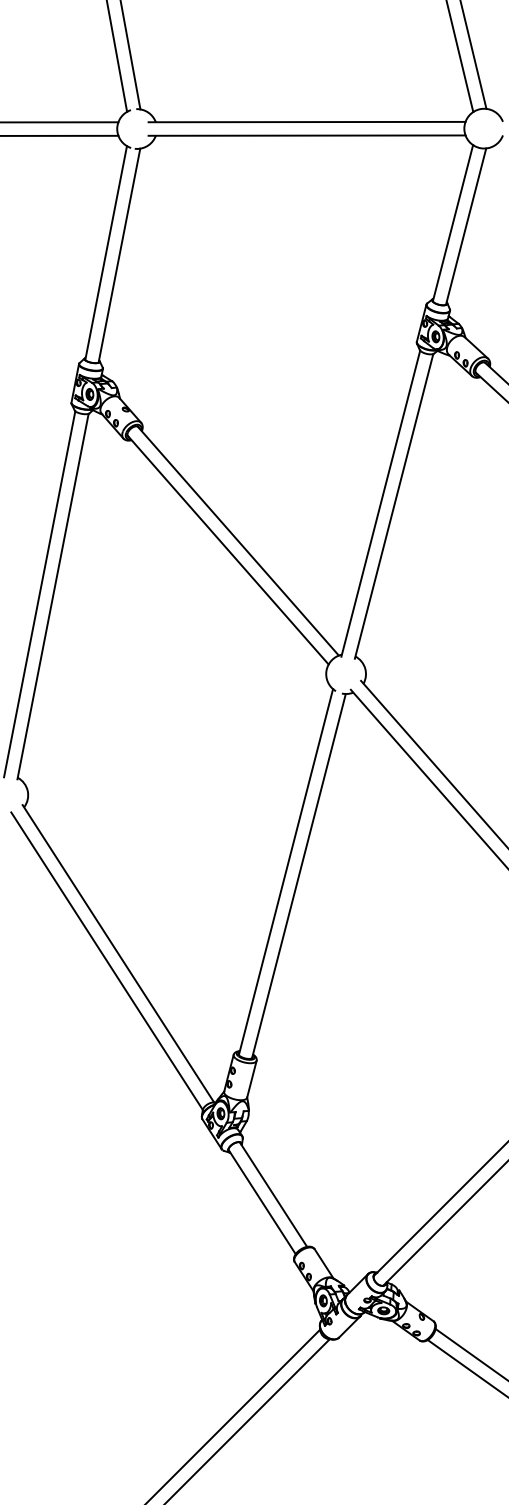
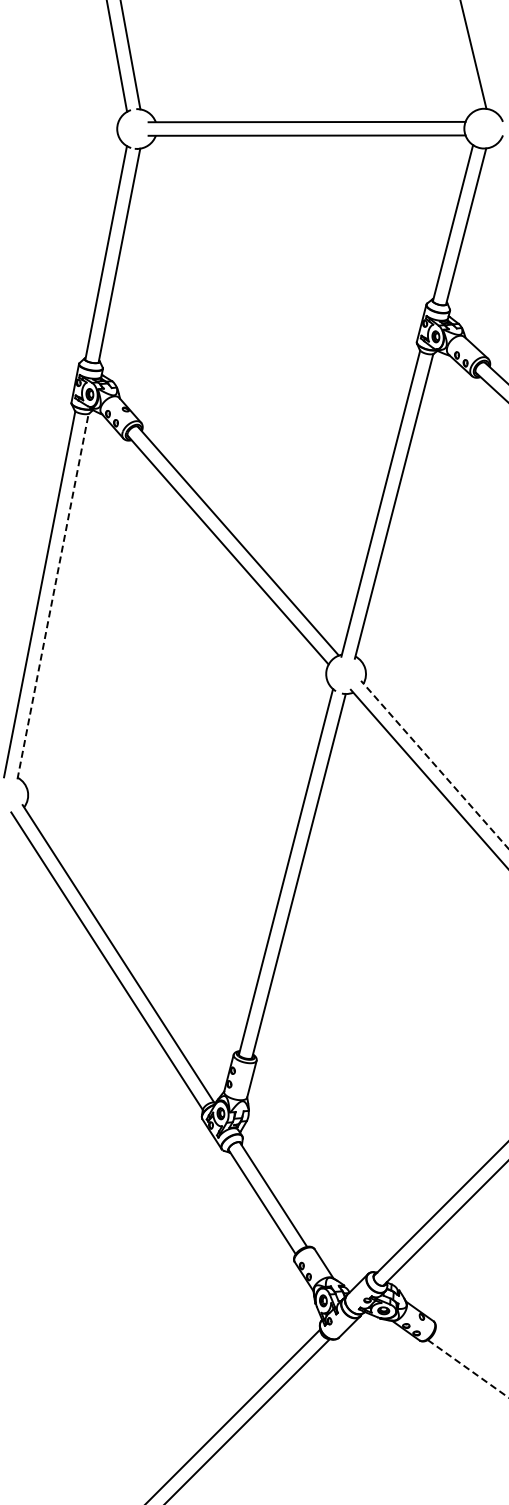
line at (459, 57): present -> none
line at (60, 122): present -> none
line at (60, 135): present -> none
line at (53, 596): solid -> dashed
line at (434, 764): solid -> dashed
line at (470, 1354): present -> none
line at (468, 1368): solid -> dashed
